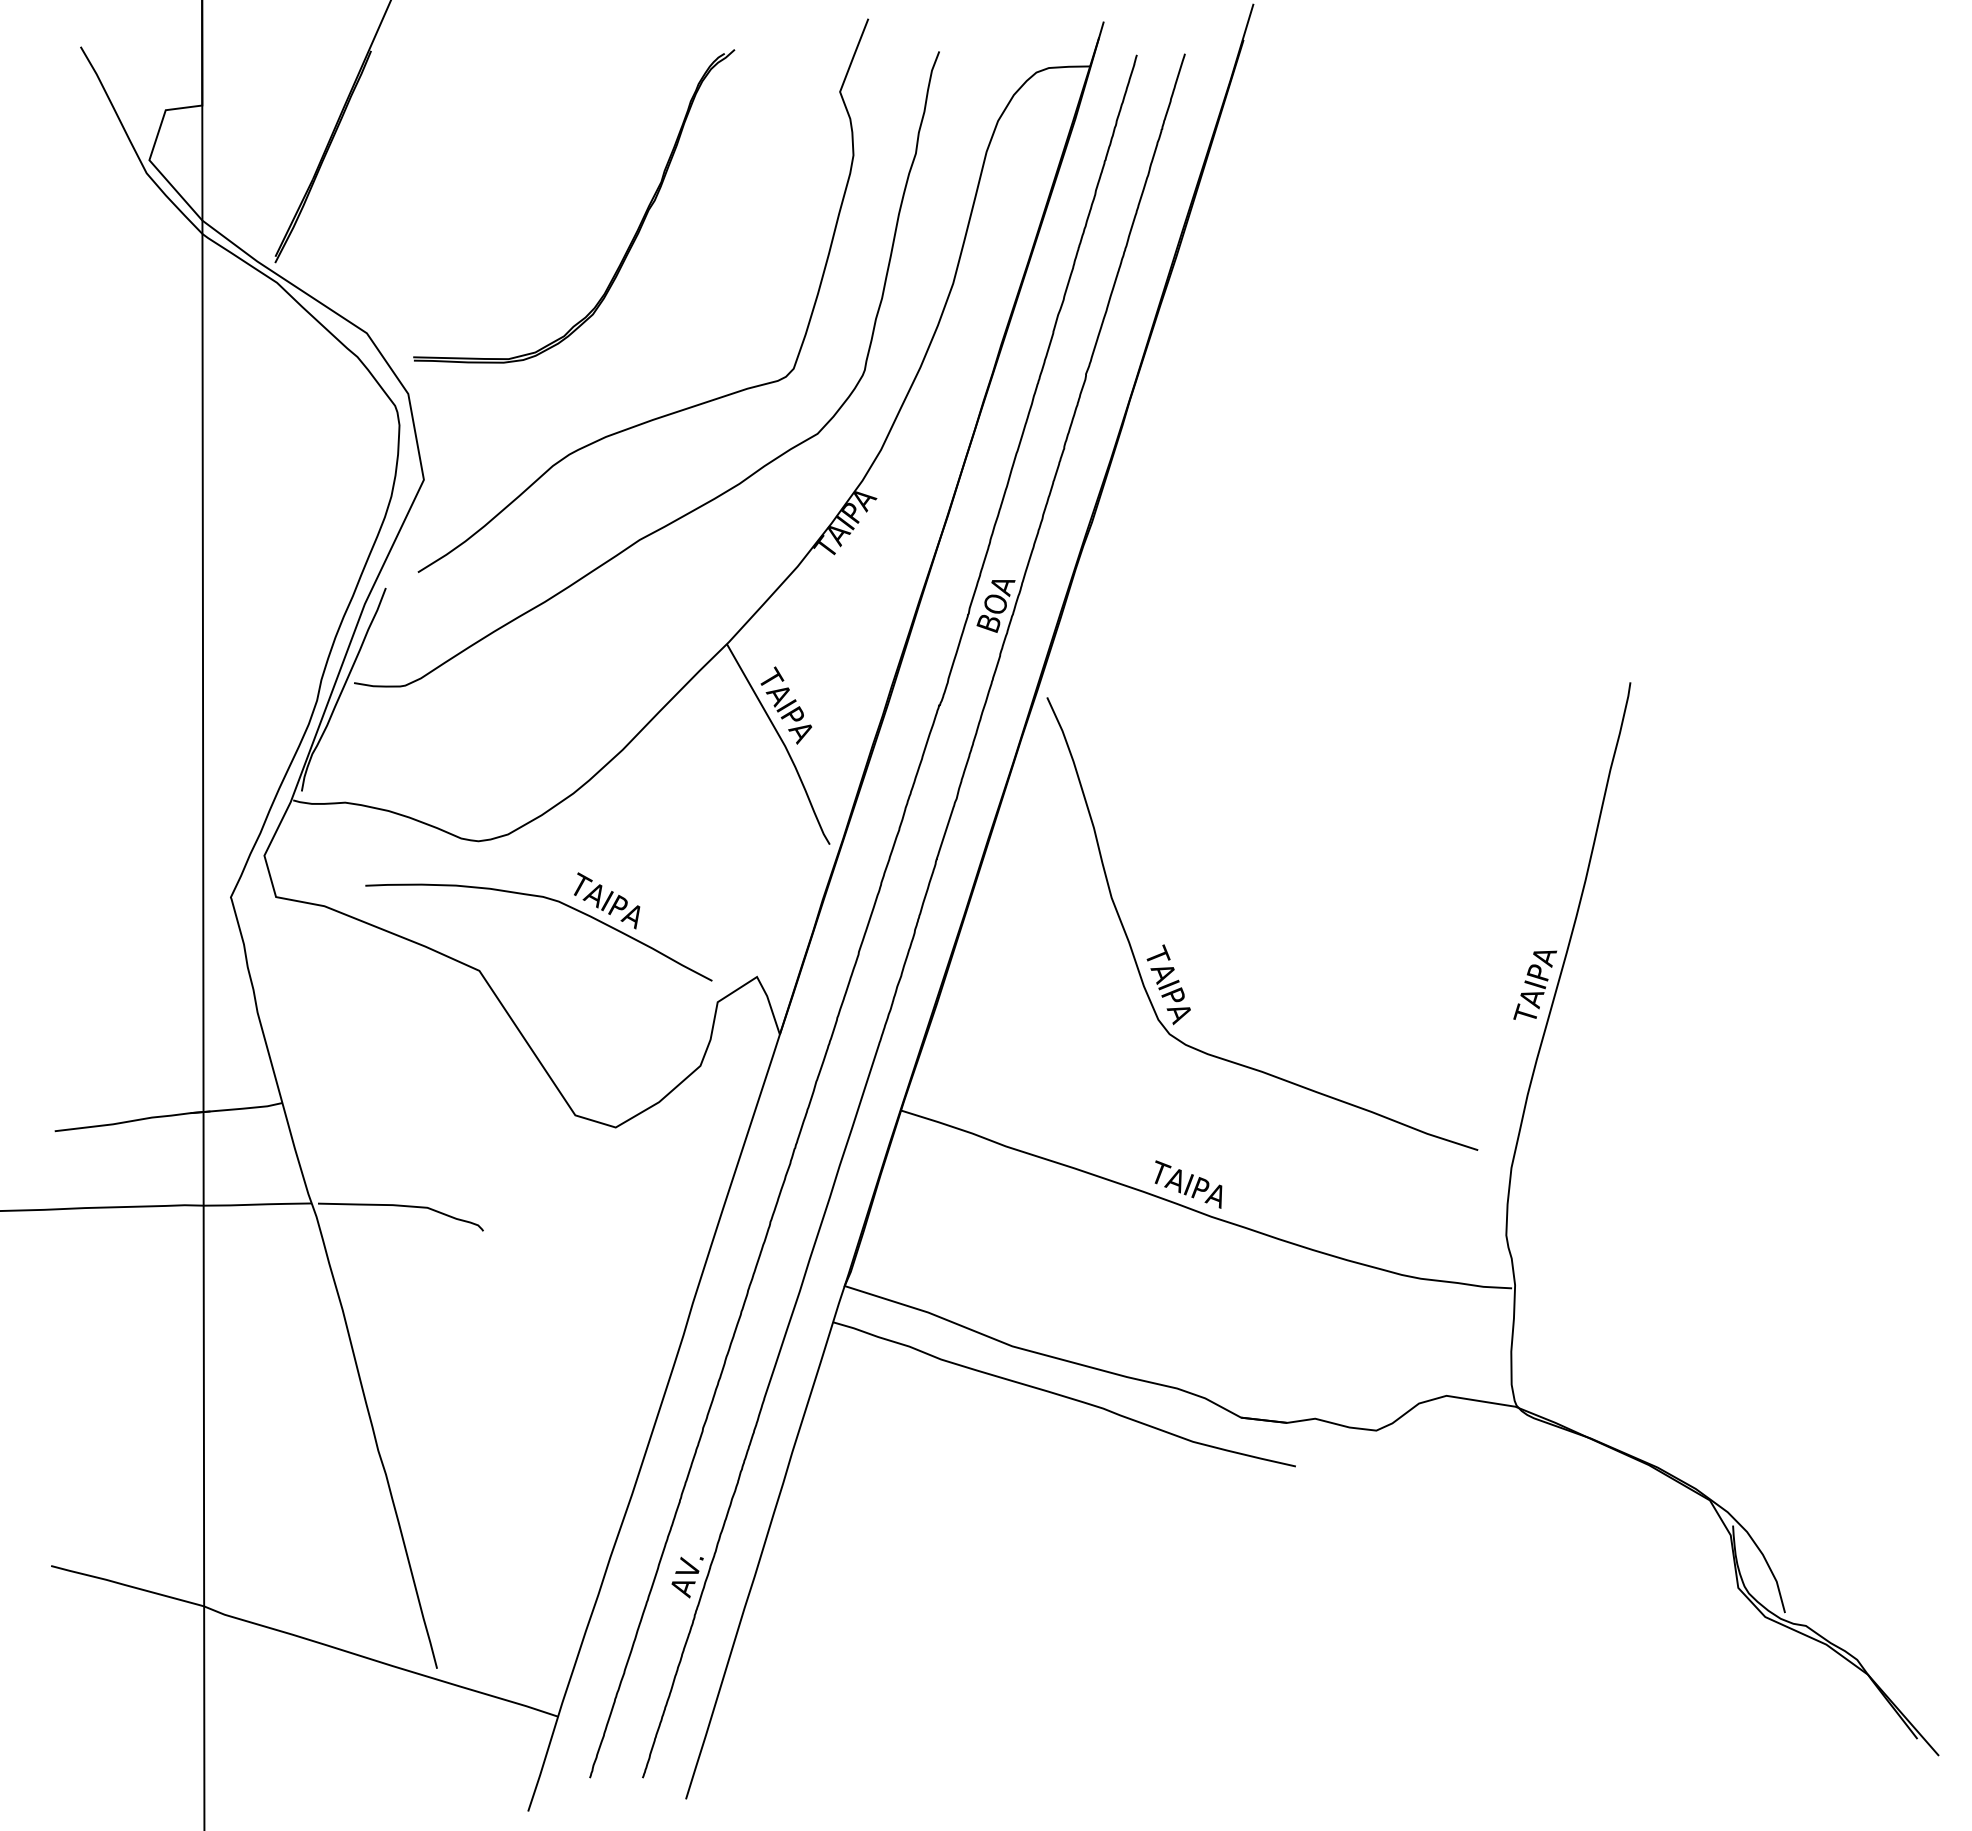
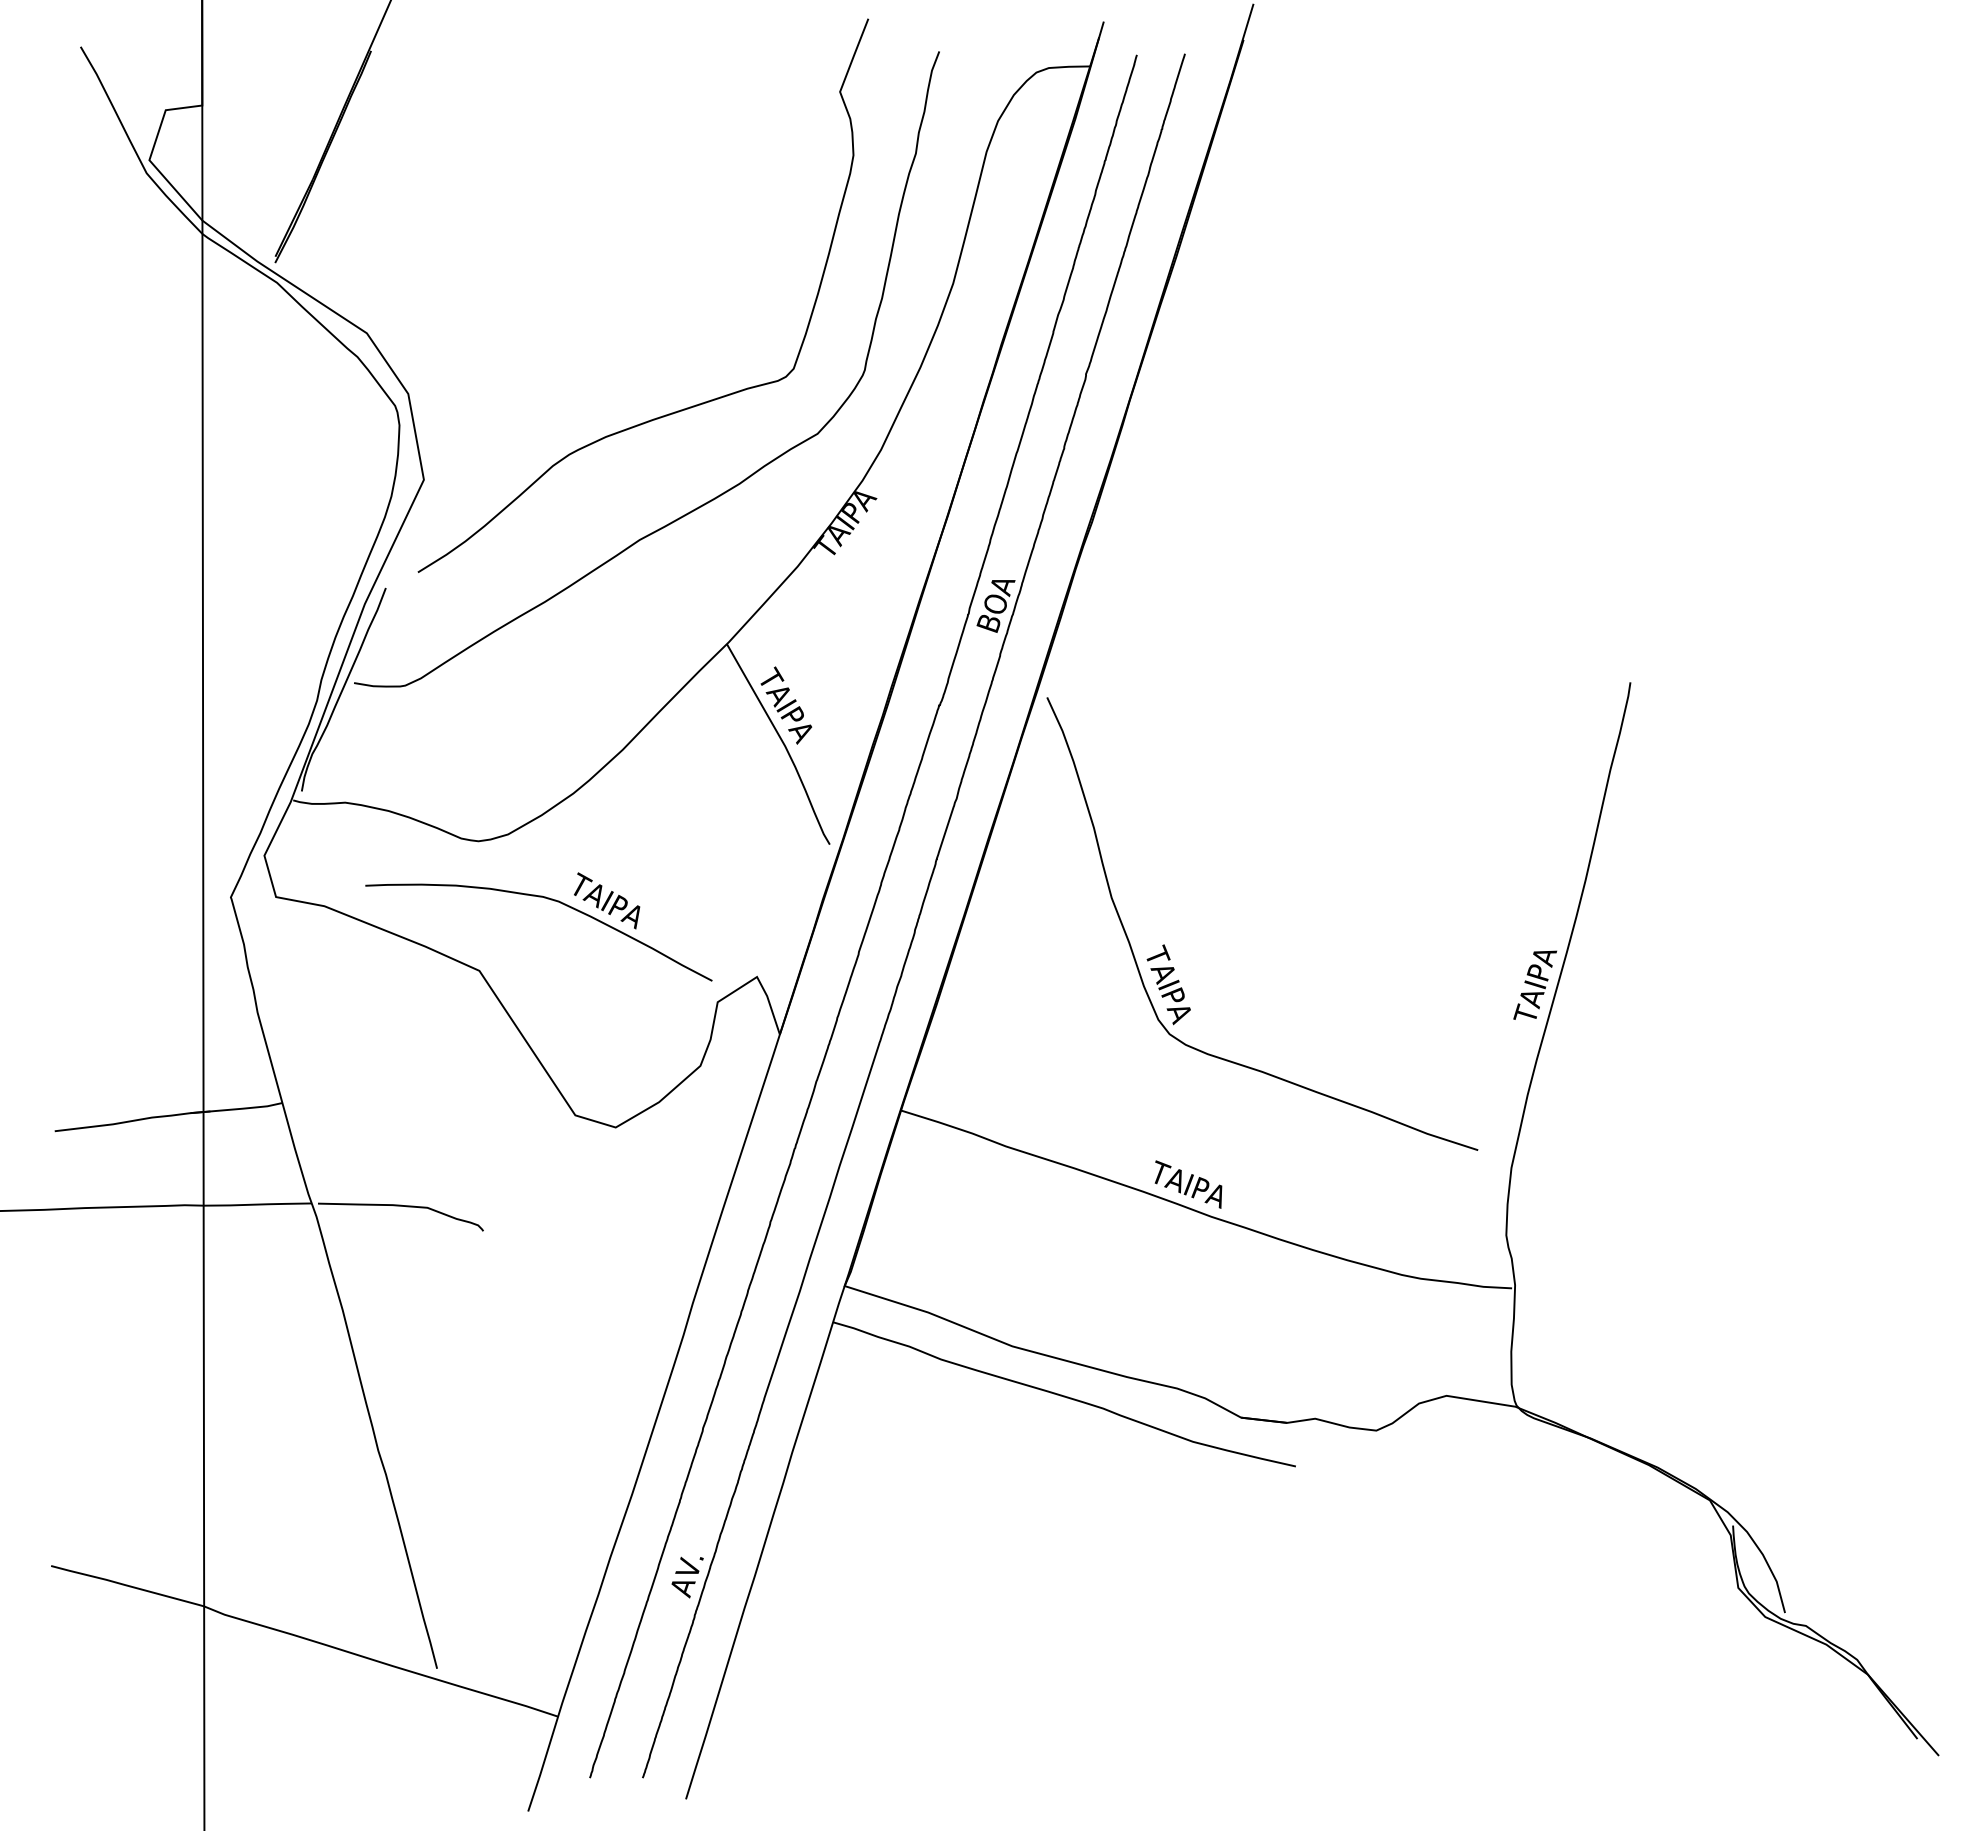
part at (633, 236): present -> none
